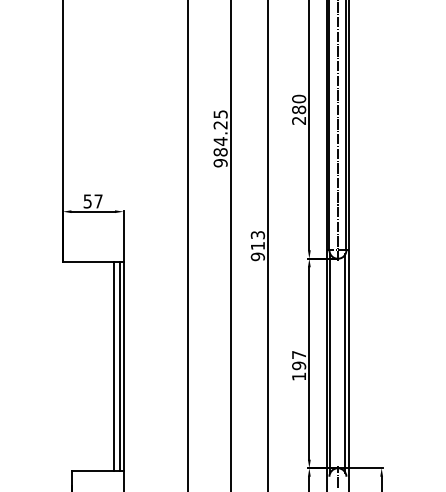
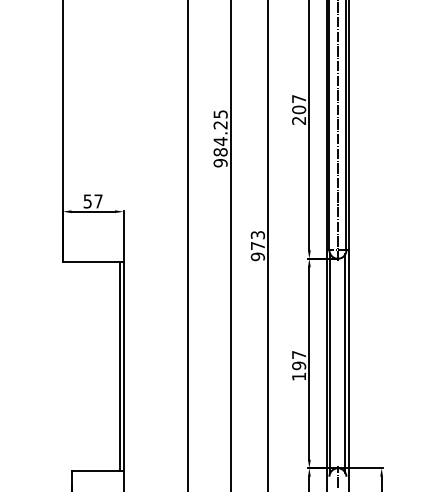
text at (299, 104): 280 -> 207
text at (257, 245): 913 -> 973
line at (114, 366): present -> none
